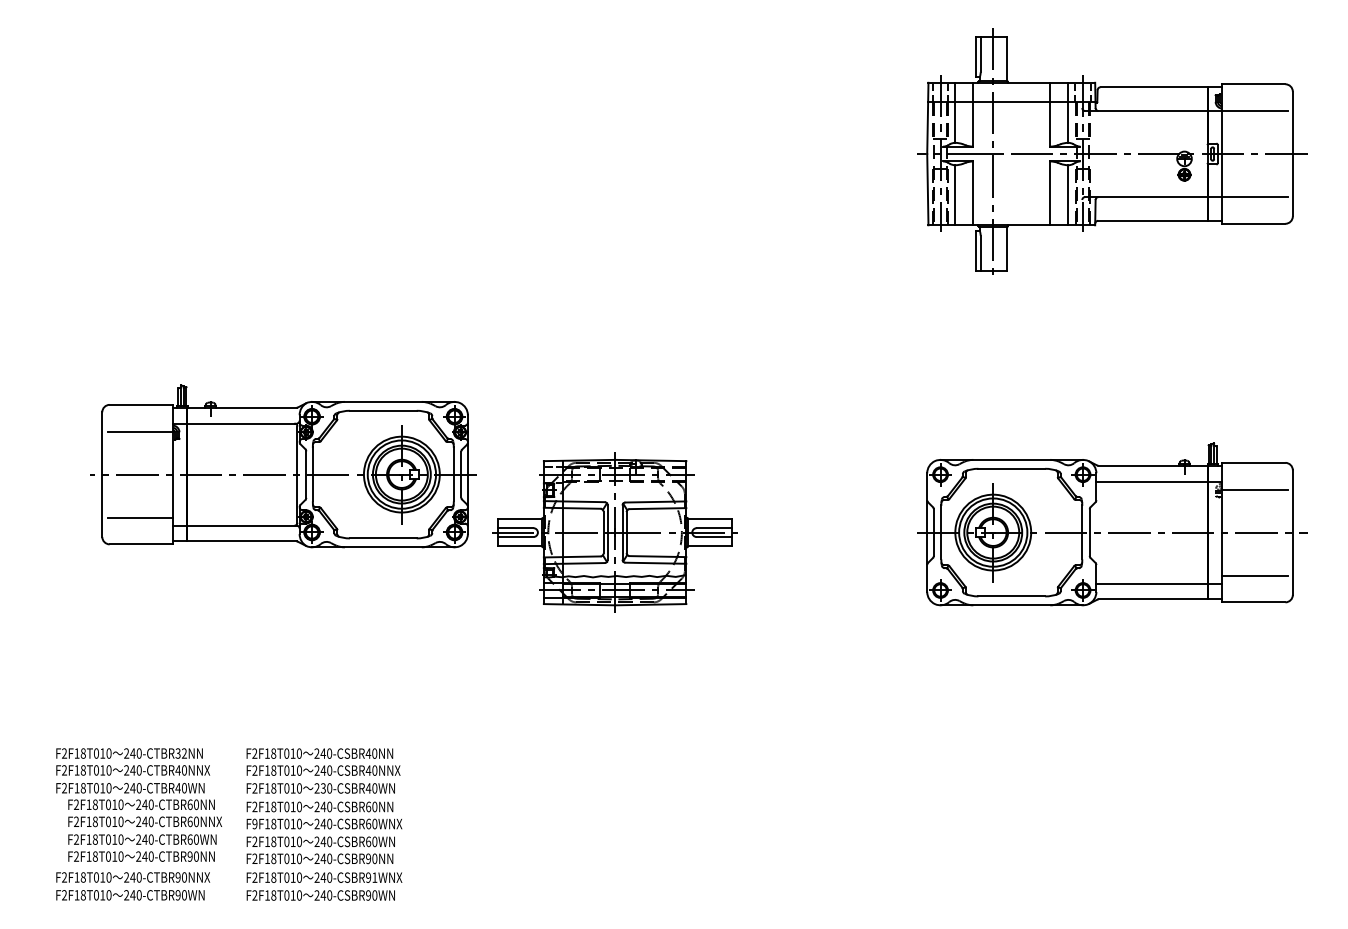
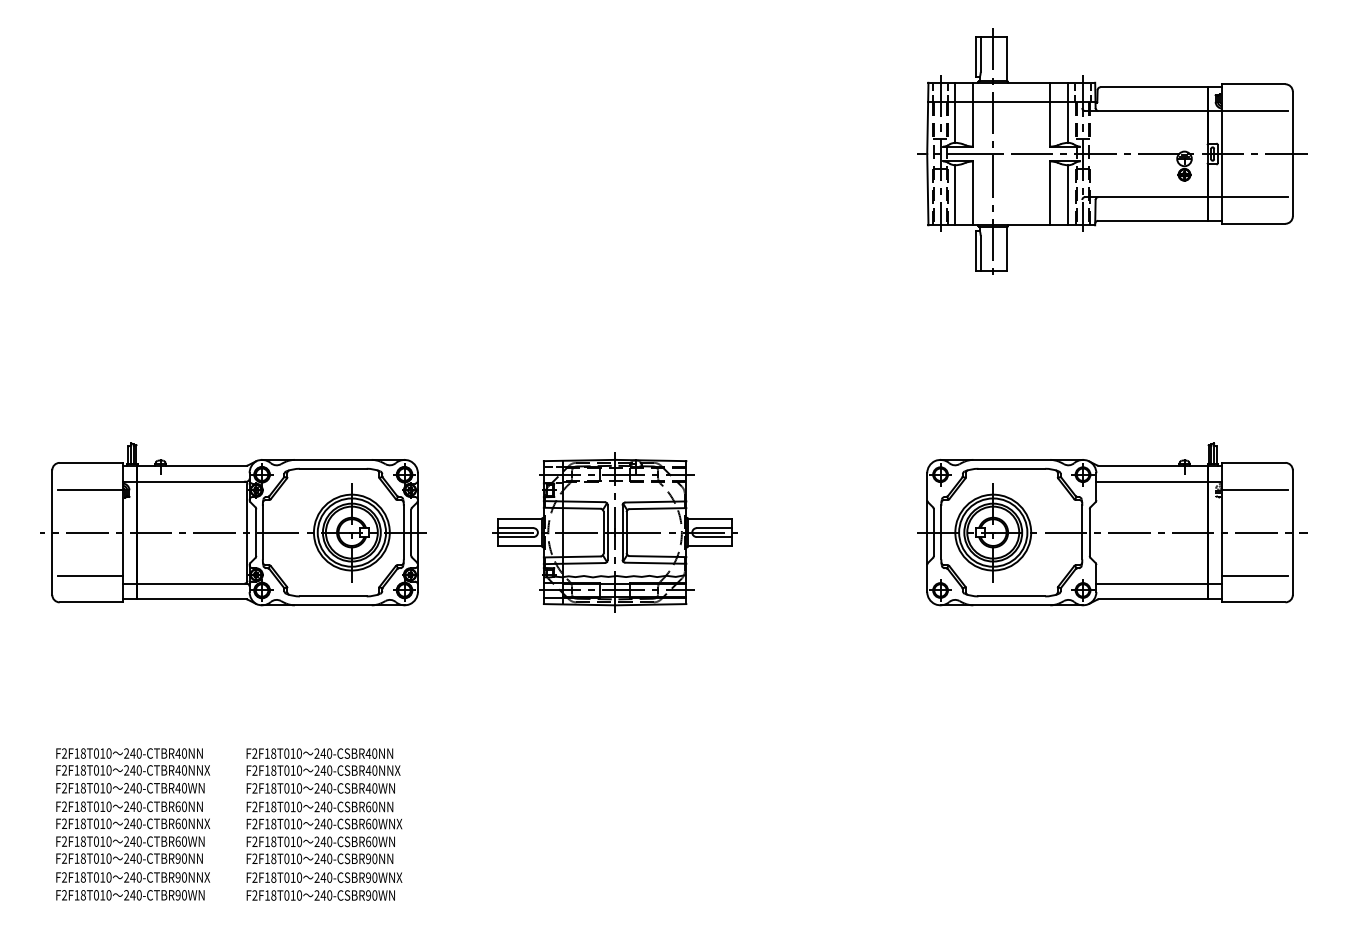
part at (283, 466) position: (283, 466) -> (233, 524)
text at (180, 753): 240-CTBR32NN -> 240-CTBR40NN
text at (323, 788): 230-CSBR40WN -> 240-CSBR40WN
text at (254, 824): F9F18T010 -> F2F18T010
text at (144, 830) position: (144, 830) -> (132, 832)
text at (374, 877): 240-CSBR91WNX -> 240-CSBR90WNX
